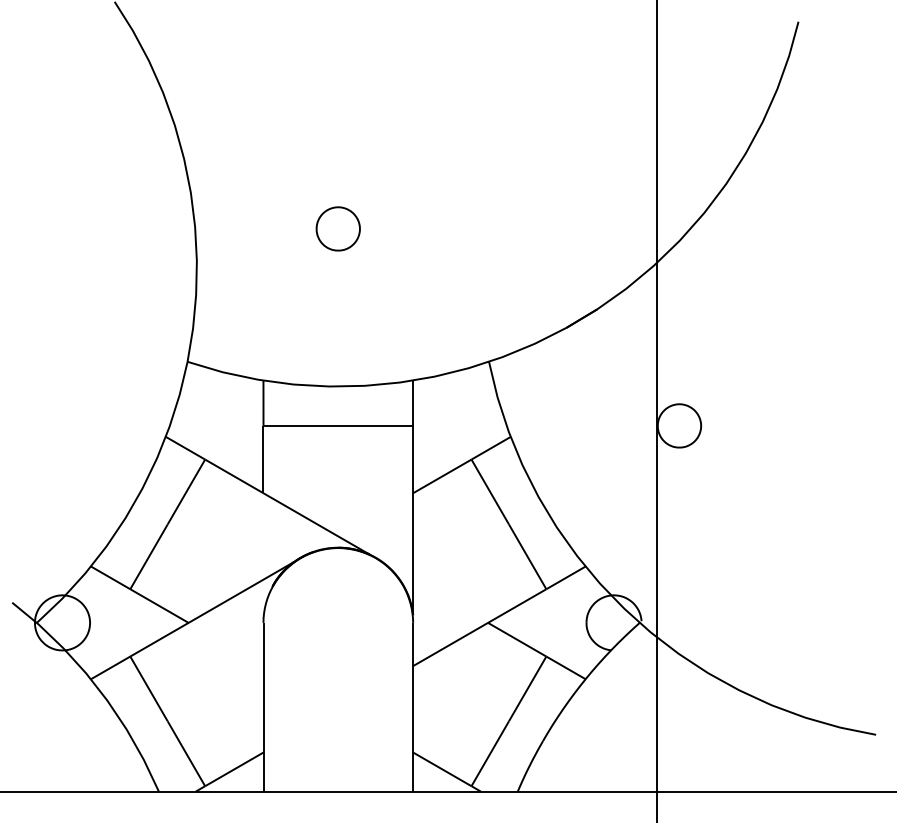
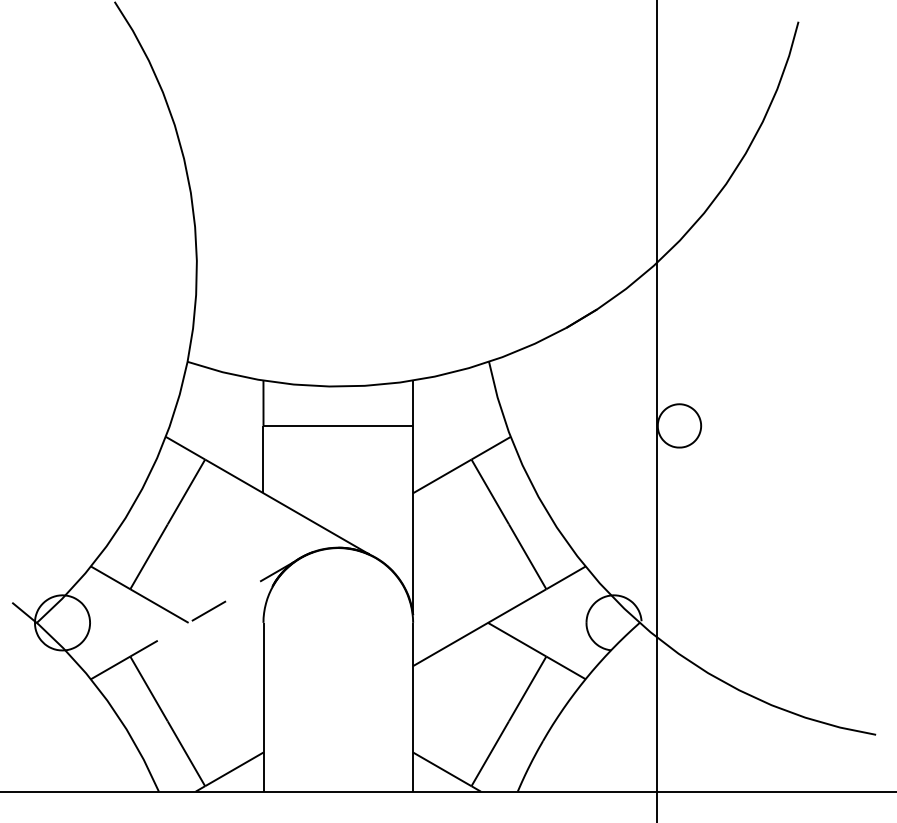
part at (337, 228): present -> none
line at (212, 609): solid -> dashed
